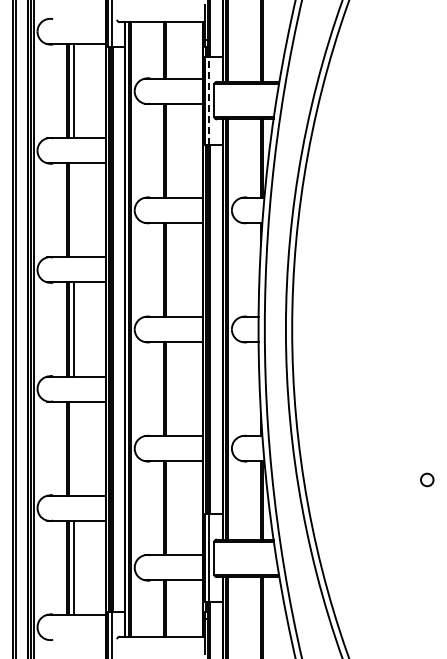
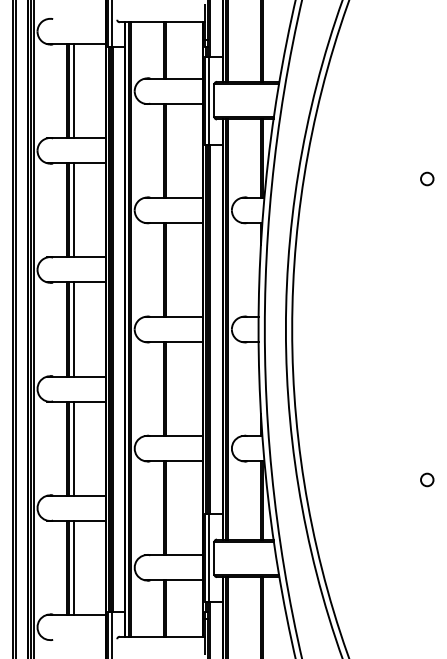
line at (209, 100): dashed -> solid
circle at (427, 178): none -> present
line at (73, 210): none -> present
line at (73, 448): none -> present
